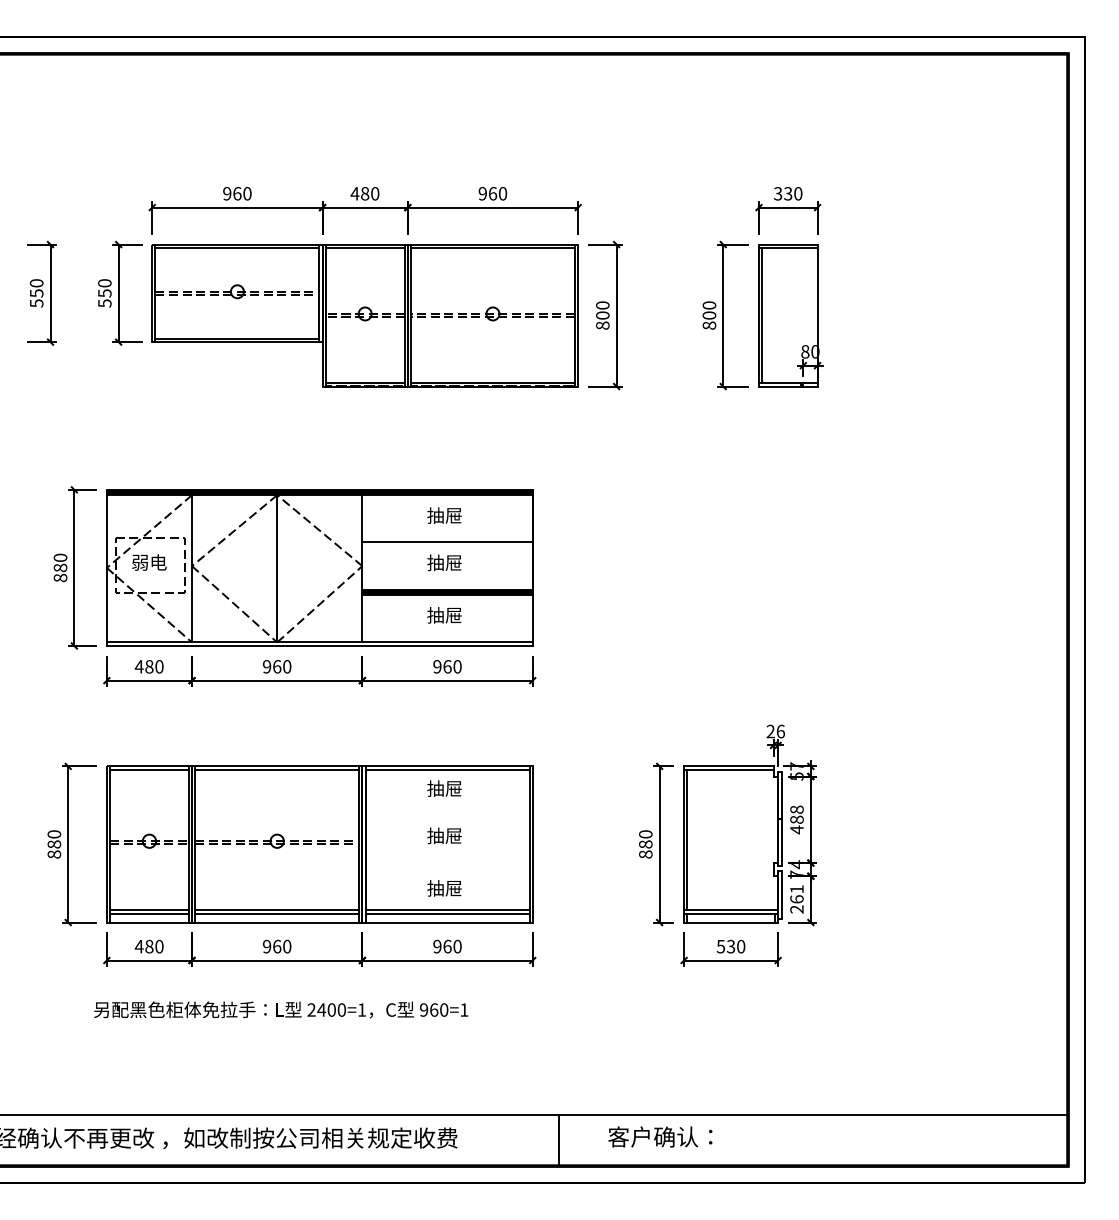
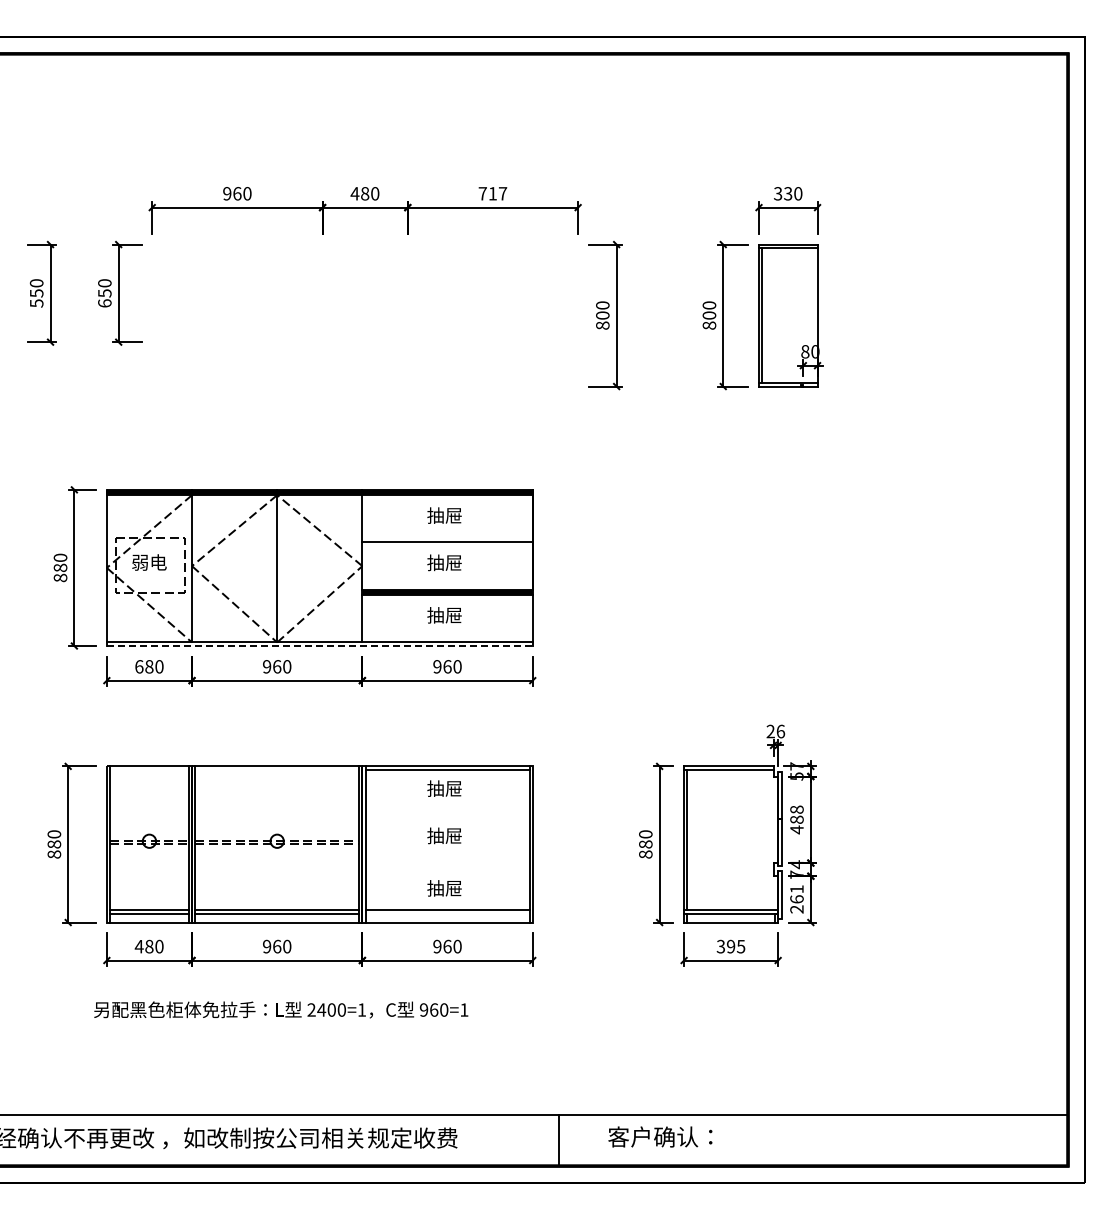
text at (492, 193): 960 -> 717
text at (104, 303): 550 -> 650
part at (364, 315): present -> none
line at (319, 646): solid -> dashed
text at (138, 666): 480 -> 680
line at (149, 769): present -> none
line at (277, 769): present -> none
line at (447, 913): present -> none
text at (731, 946): 530 -> 395
